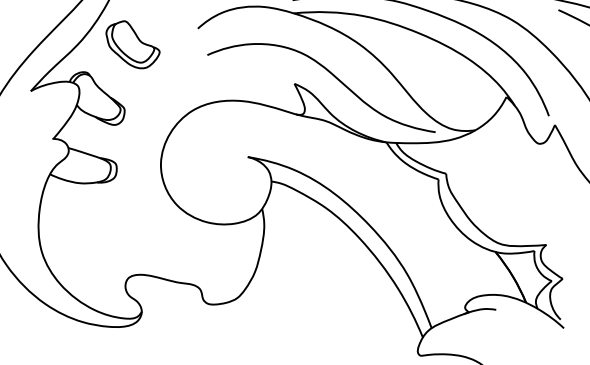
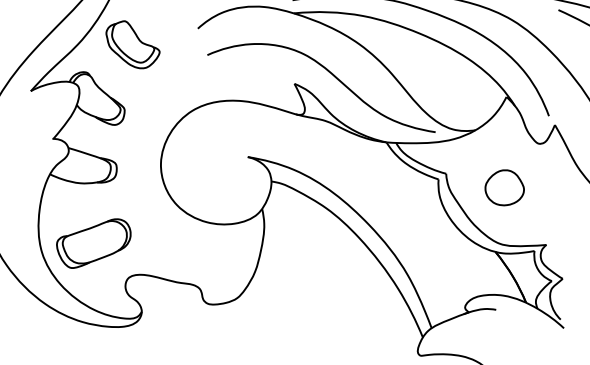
part at (504, 187): none -> present
part at (93, 243): none -> present
